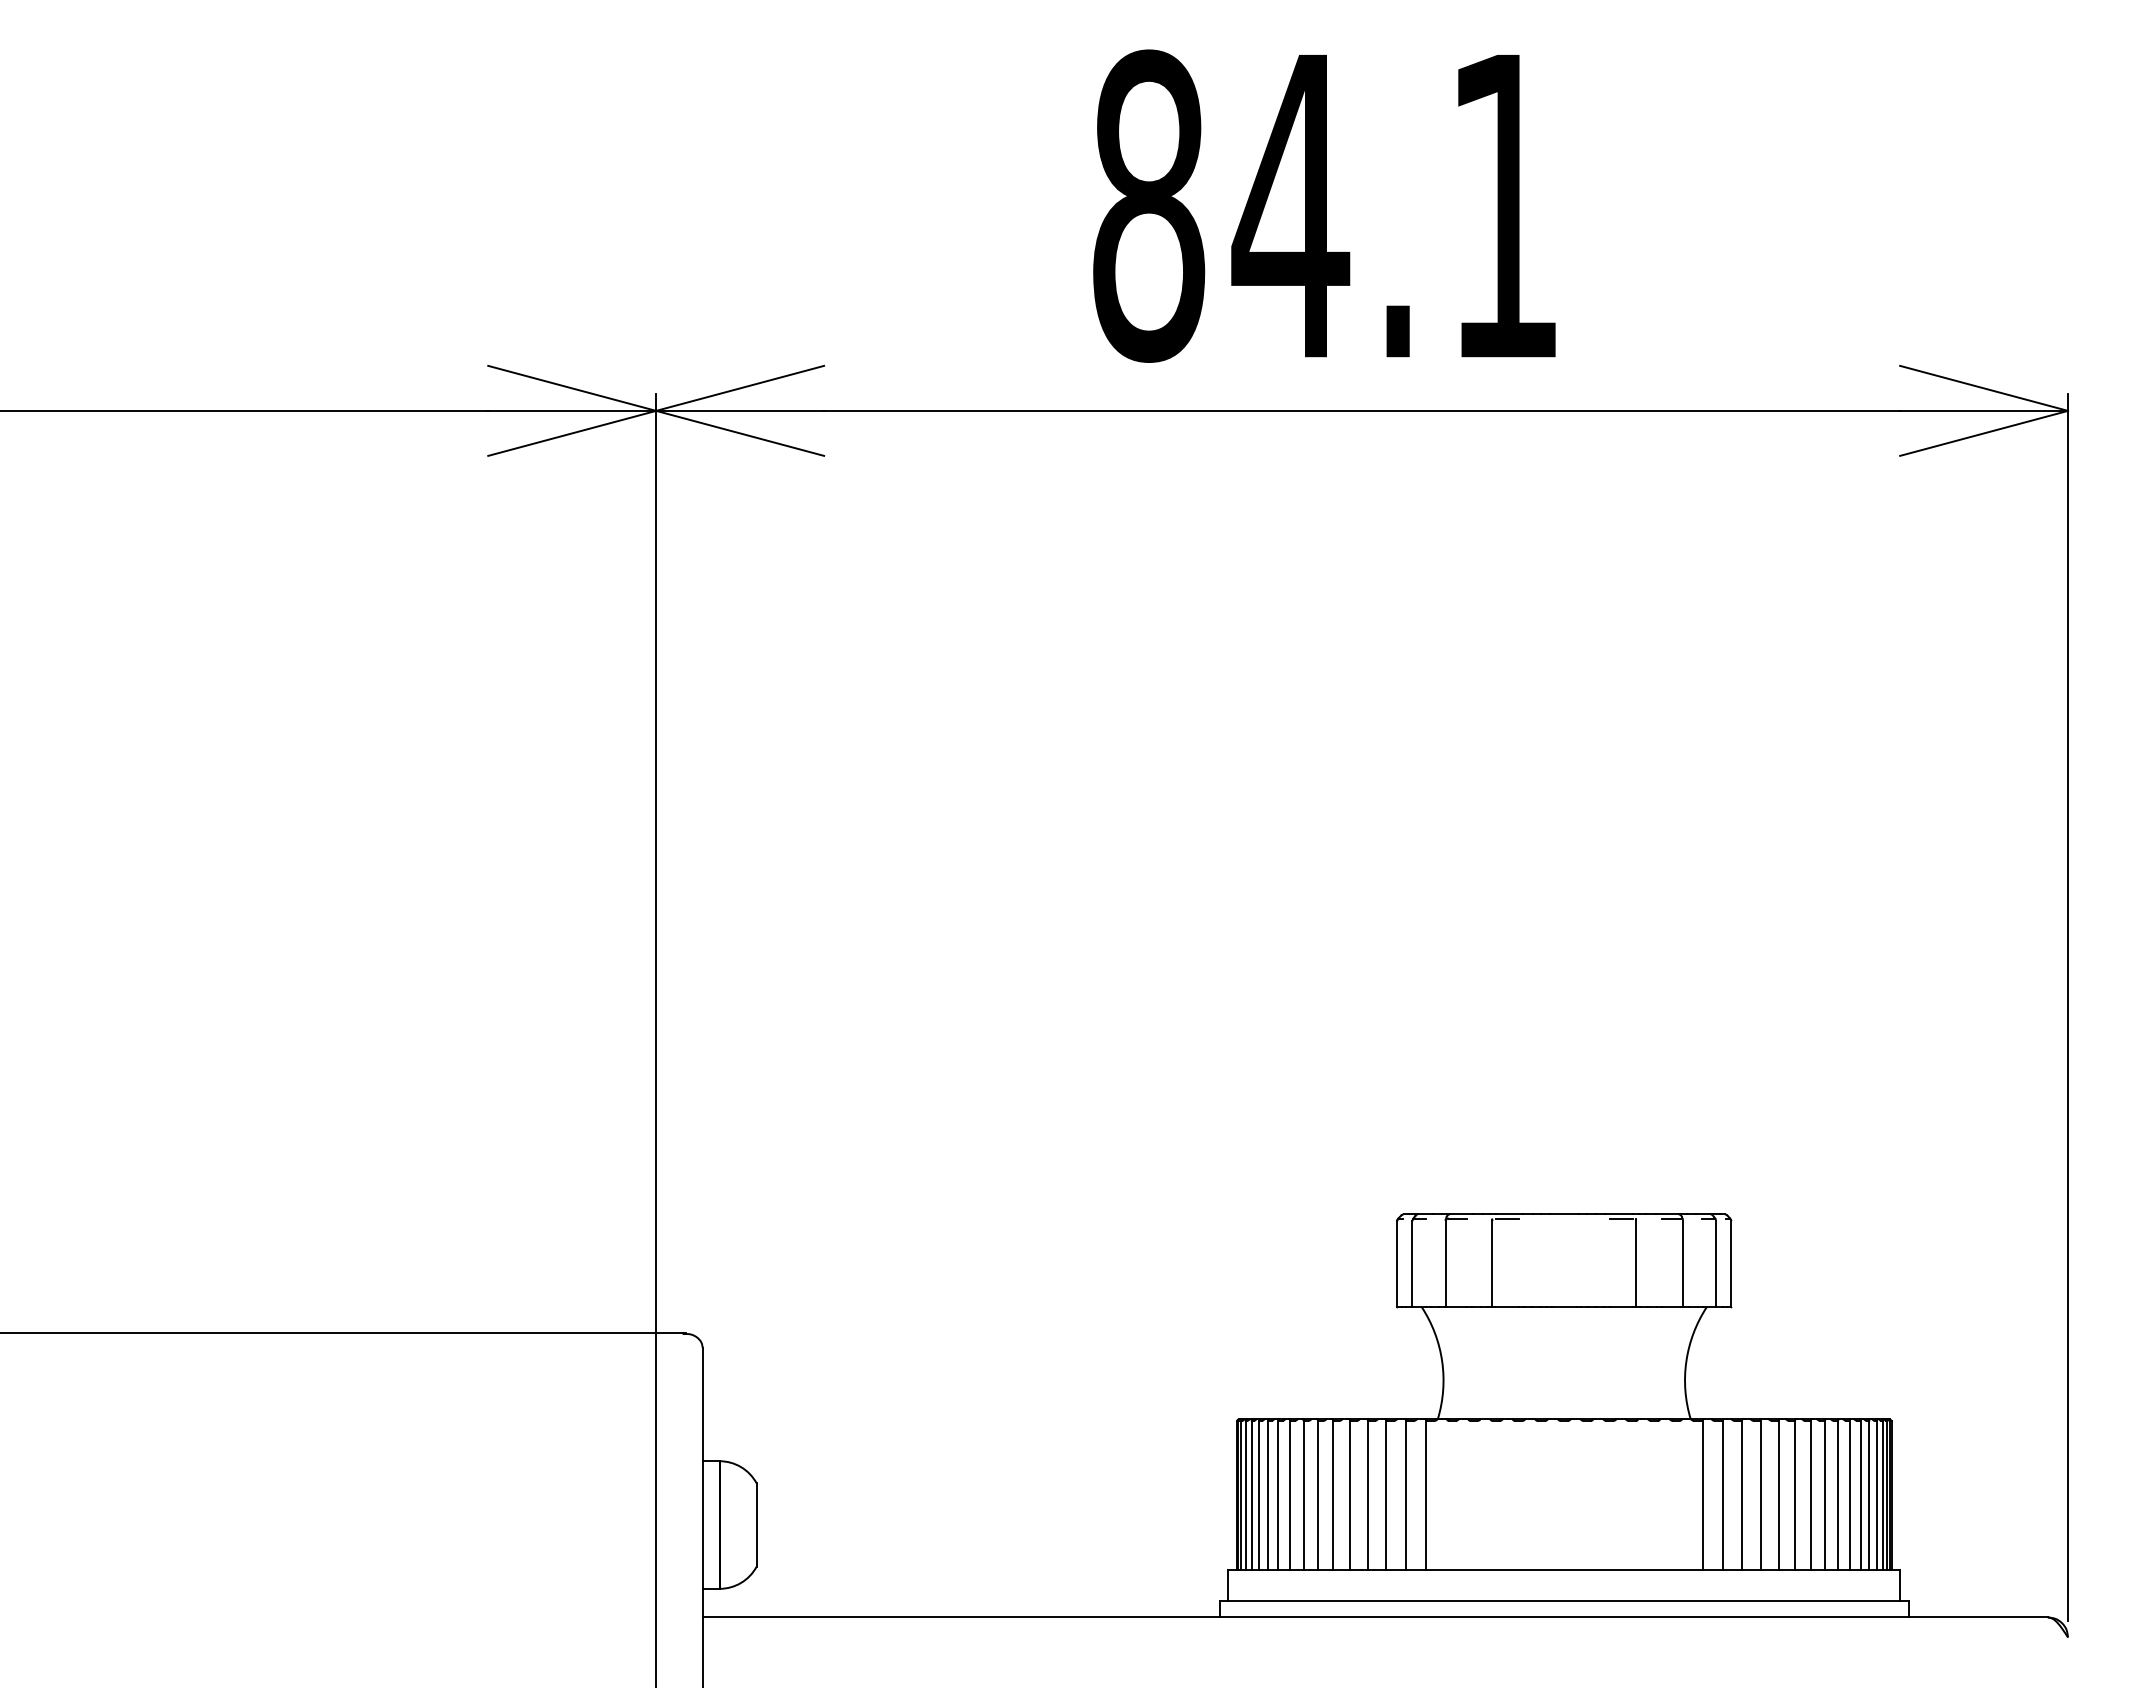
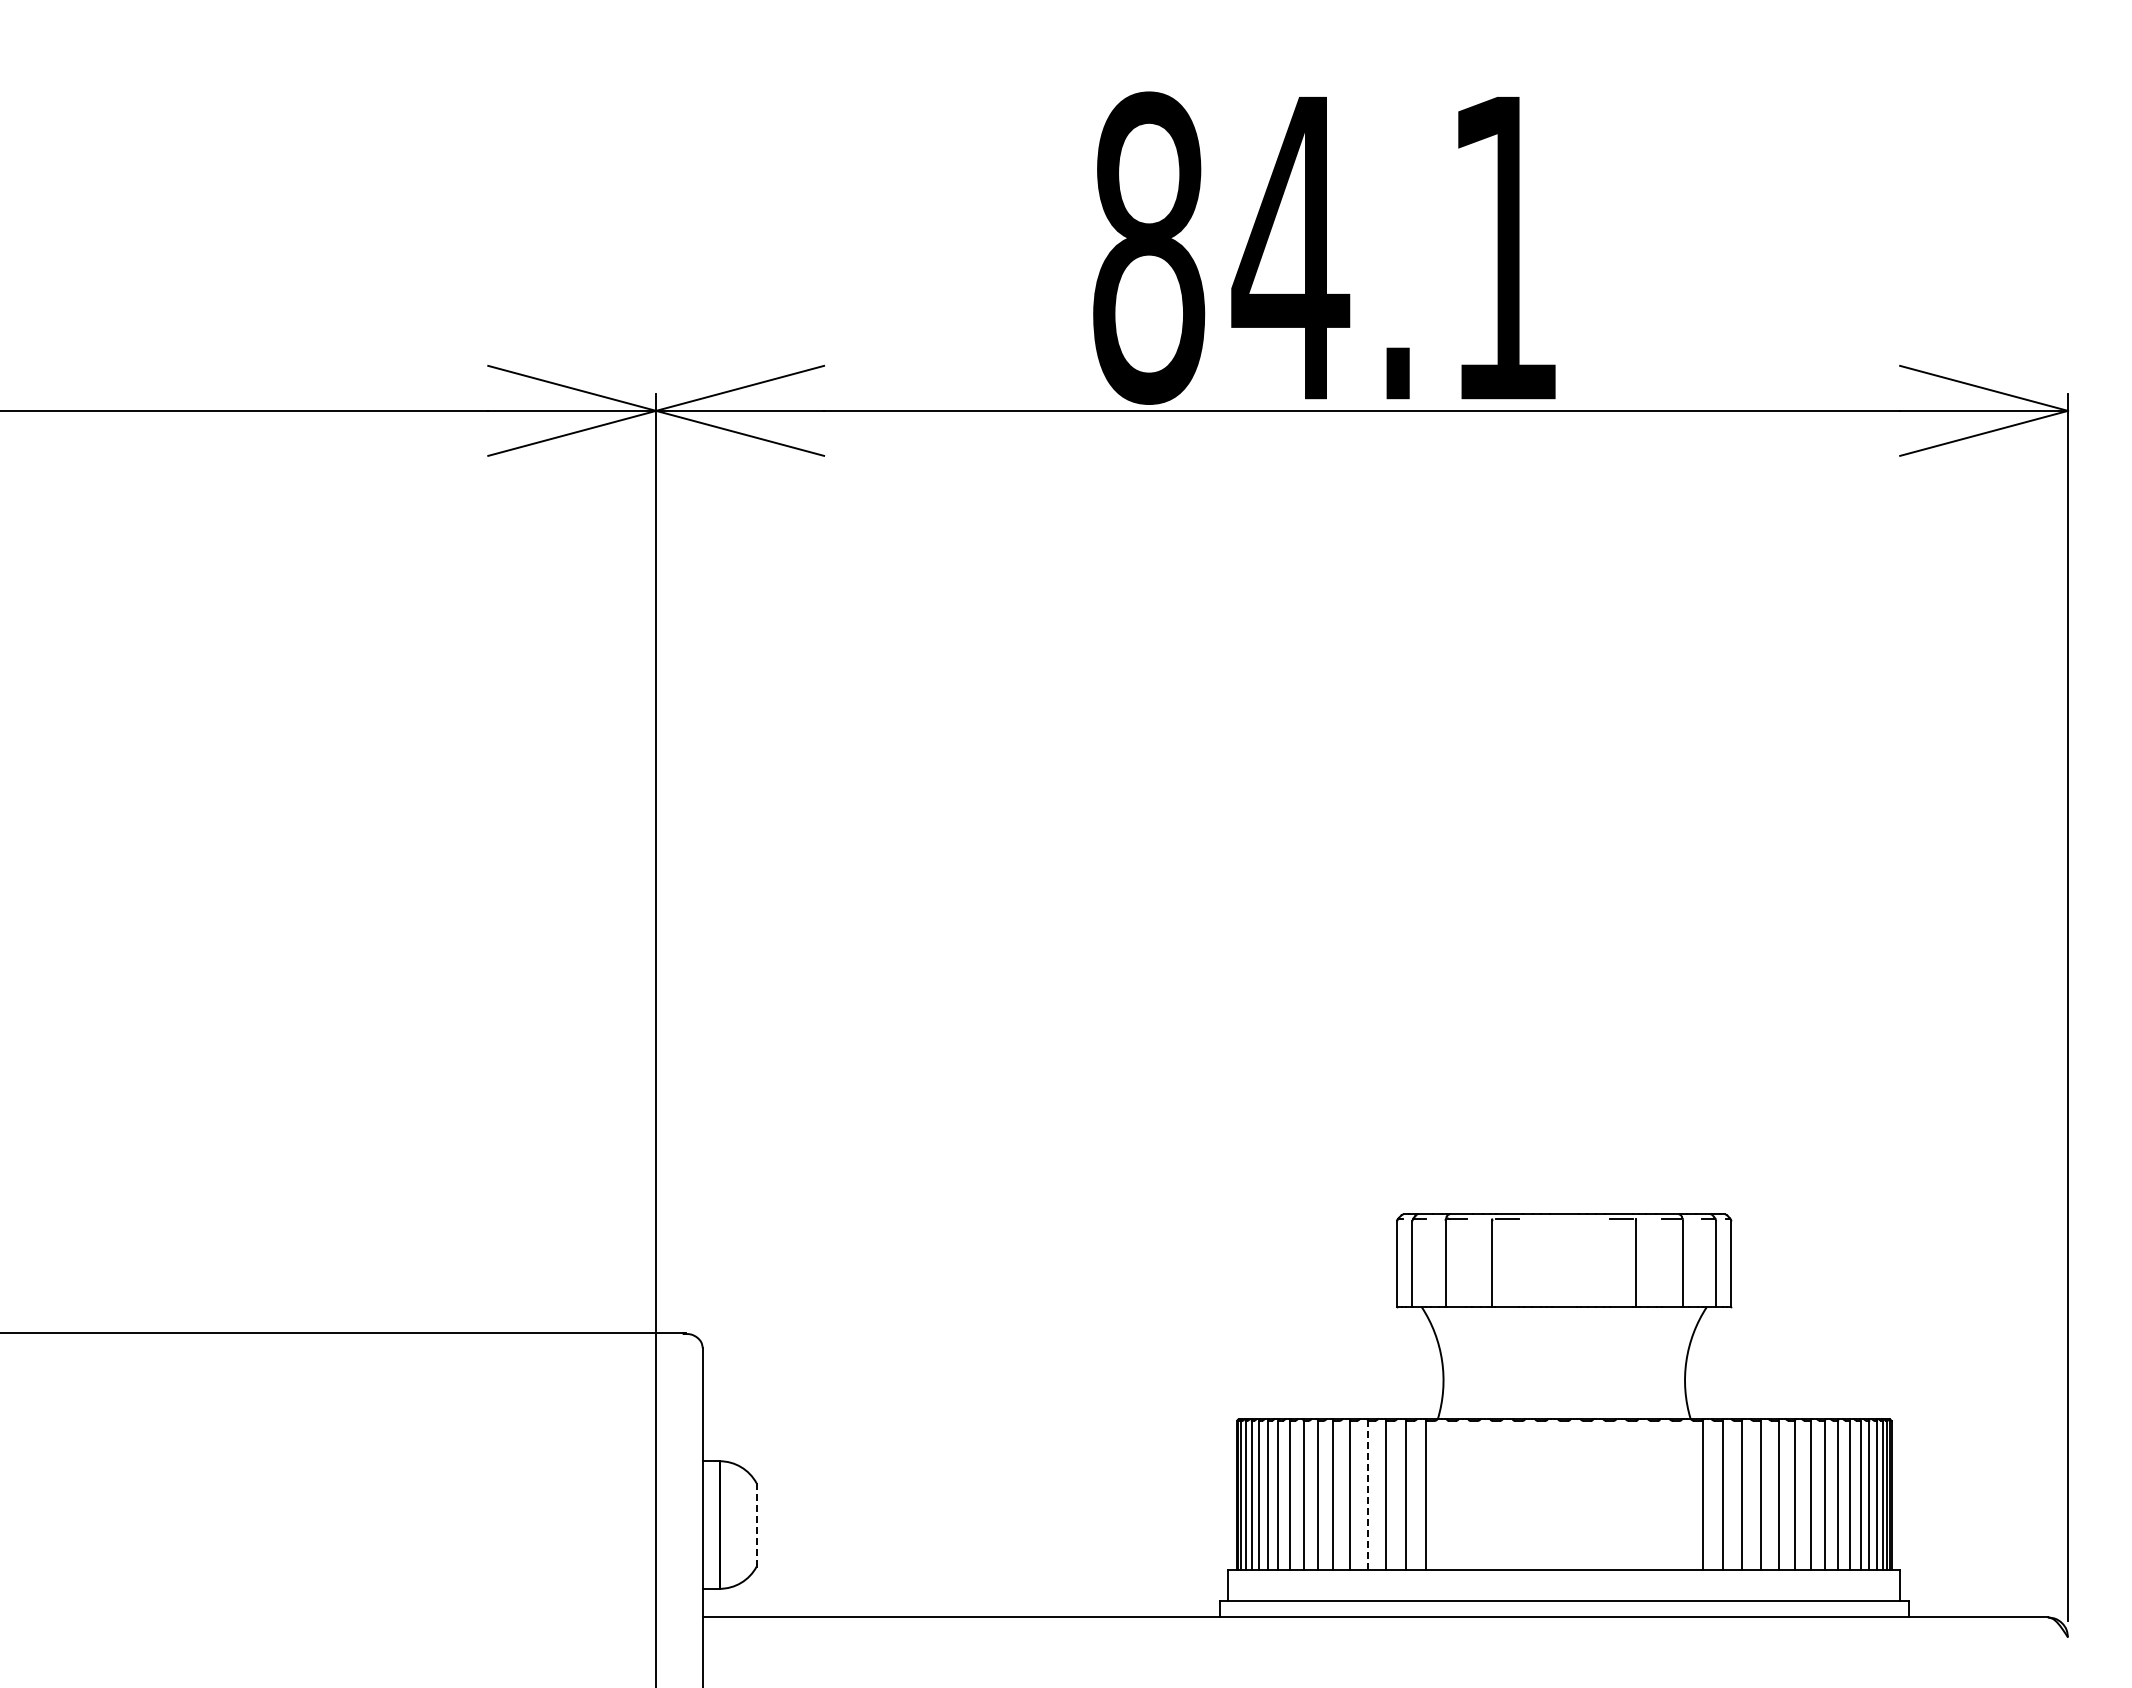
text at (1324, 205) position: (1324, 205) -> (1324, 247)
line at (1367, 1495): solid -> dashed
line at (756, 1524): solid -> dashed
